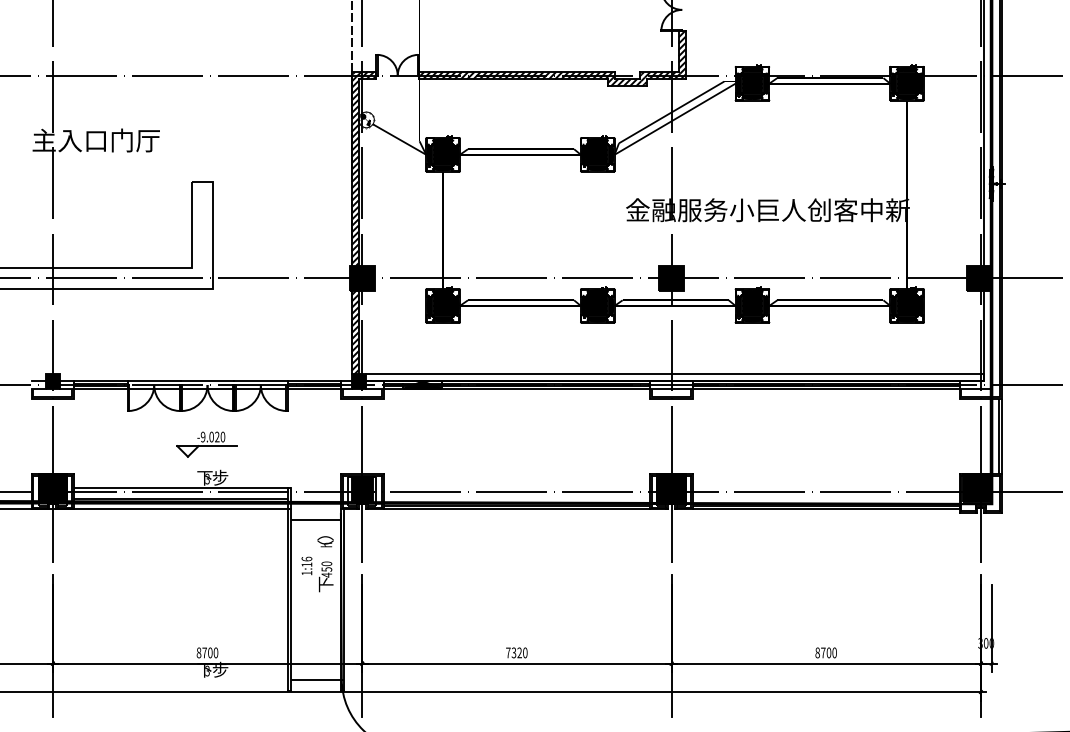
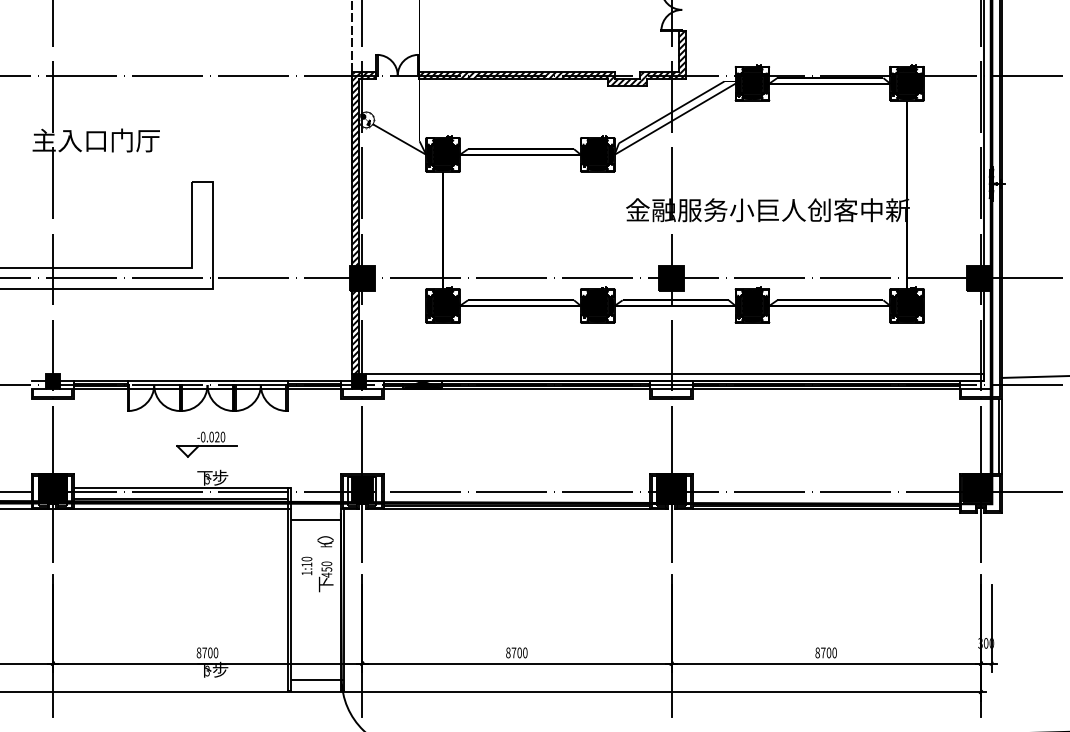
line at (1034, 376): none -> present
text at (202, 437): -9.020 -> -0.020
text at (306, 558): 1:16 -> 1:10
text at (513, 652): 7320 -> 8700
